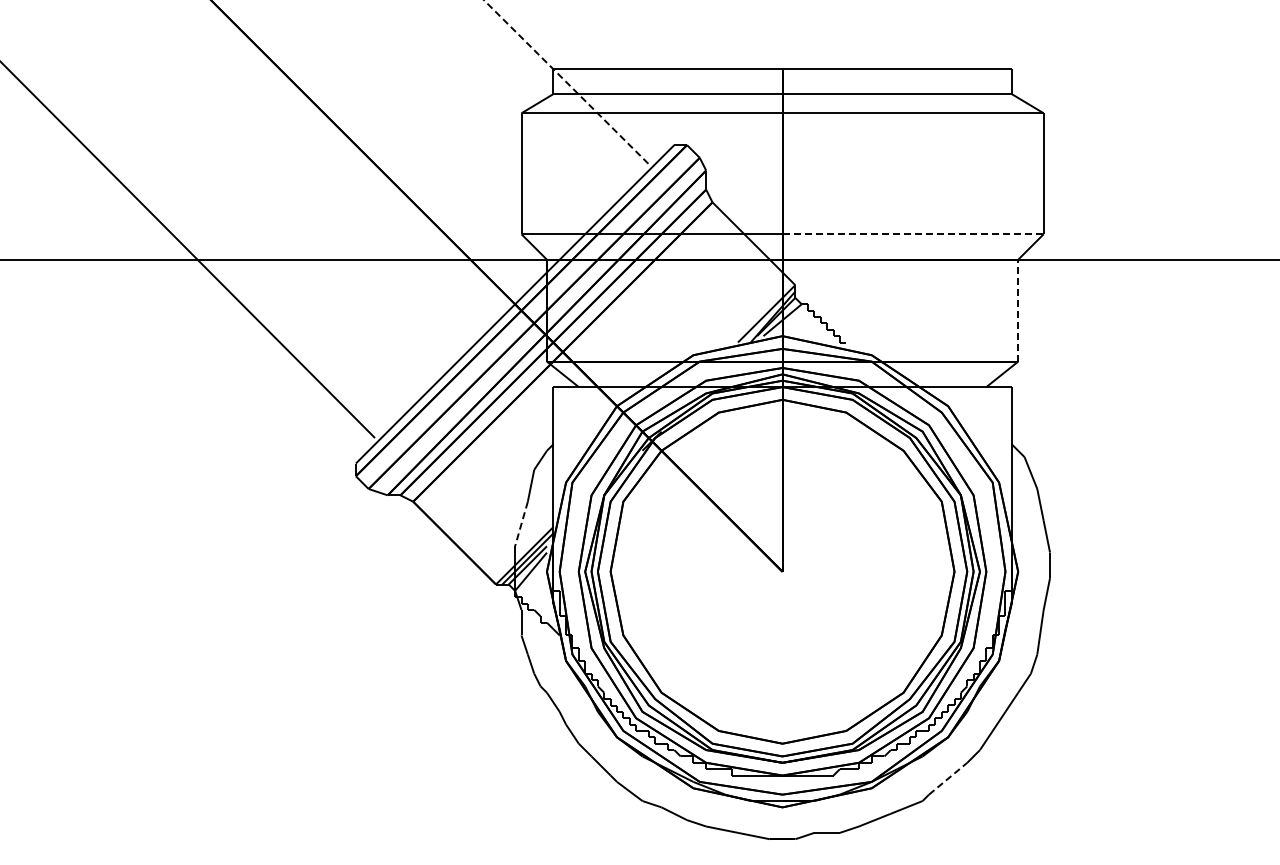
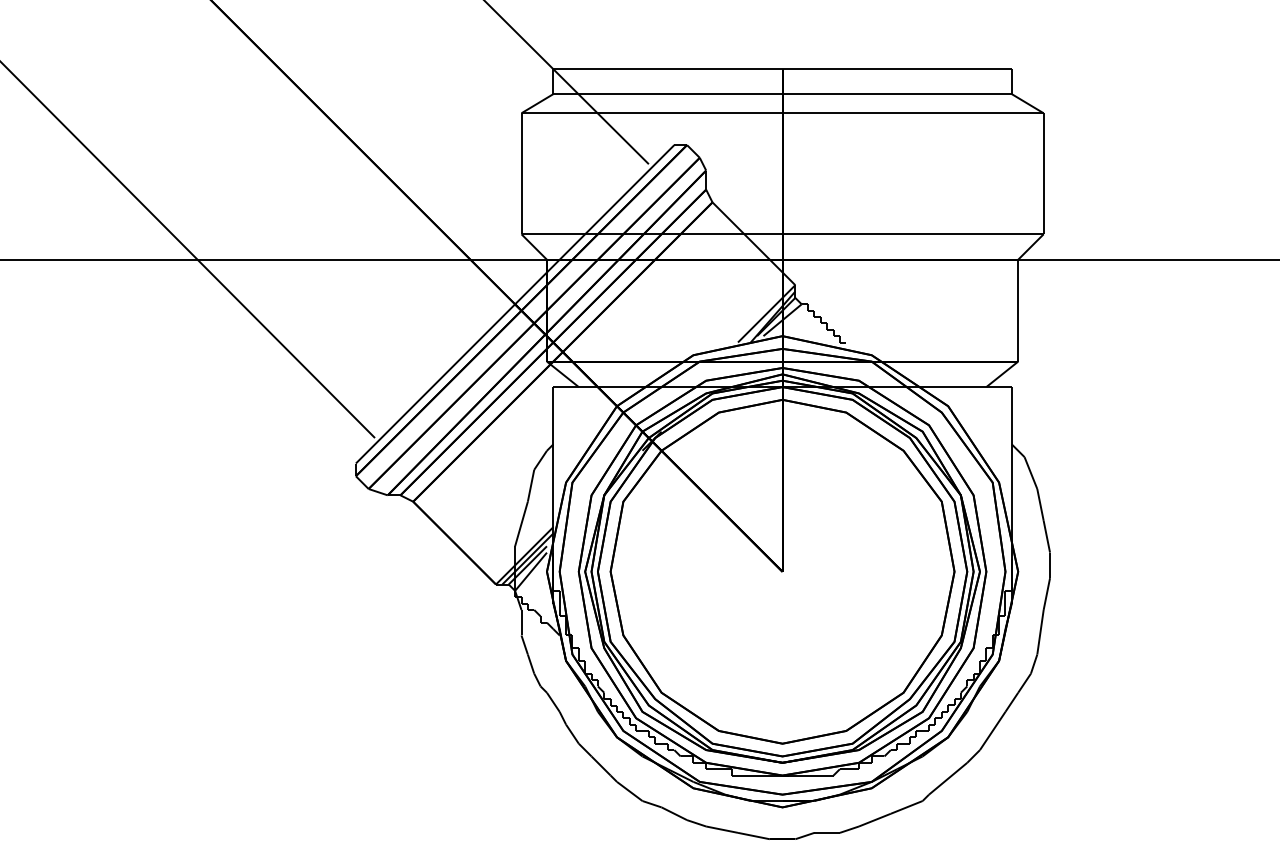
line at (566, 82): dashed -> solid
line at (913, 234): dashed -> solid
line at (1018, 310): dashed -> solid
line at (521, 524): dashed -> solid
line at (948, 778): dashed -> solid
